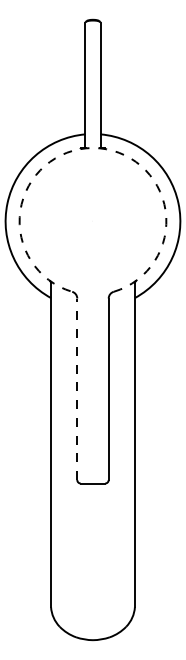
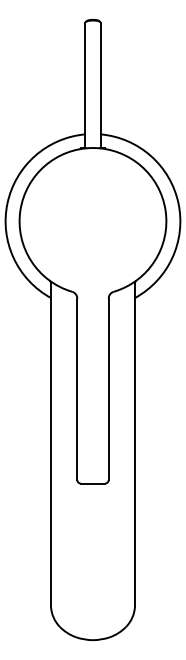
arc at (92, 148): dashed -> solid
line at (77, 389): dashed -> solid
